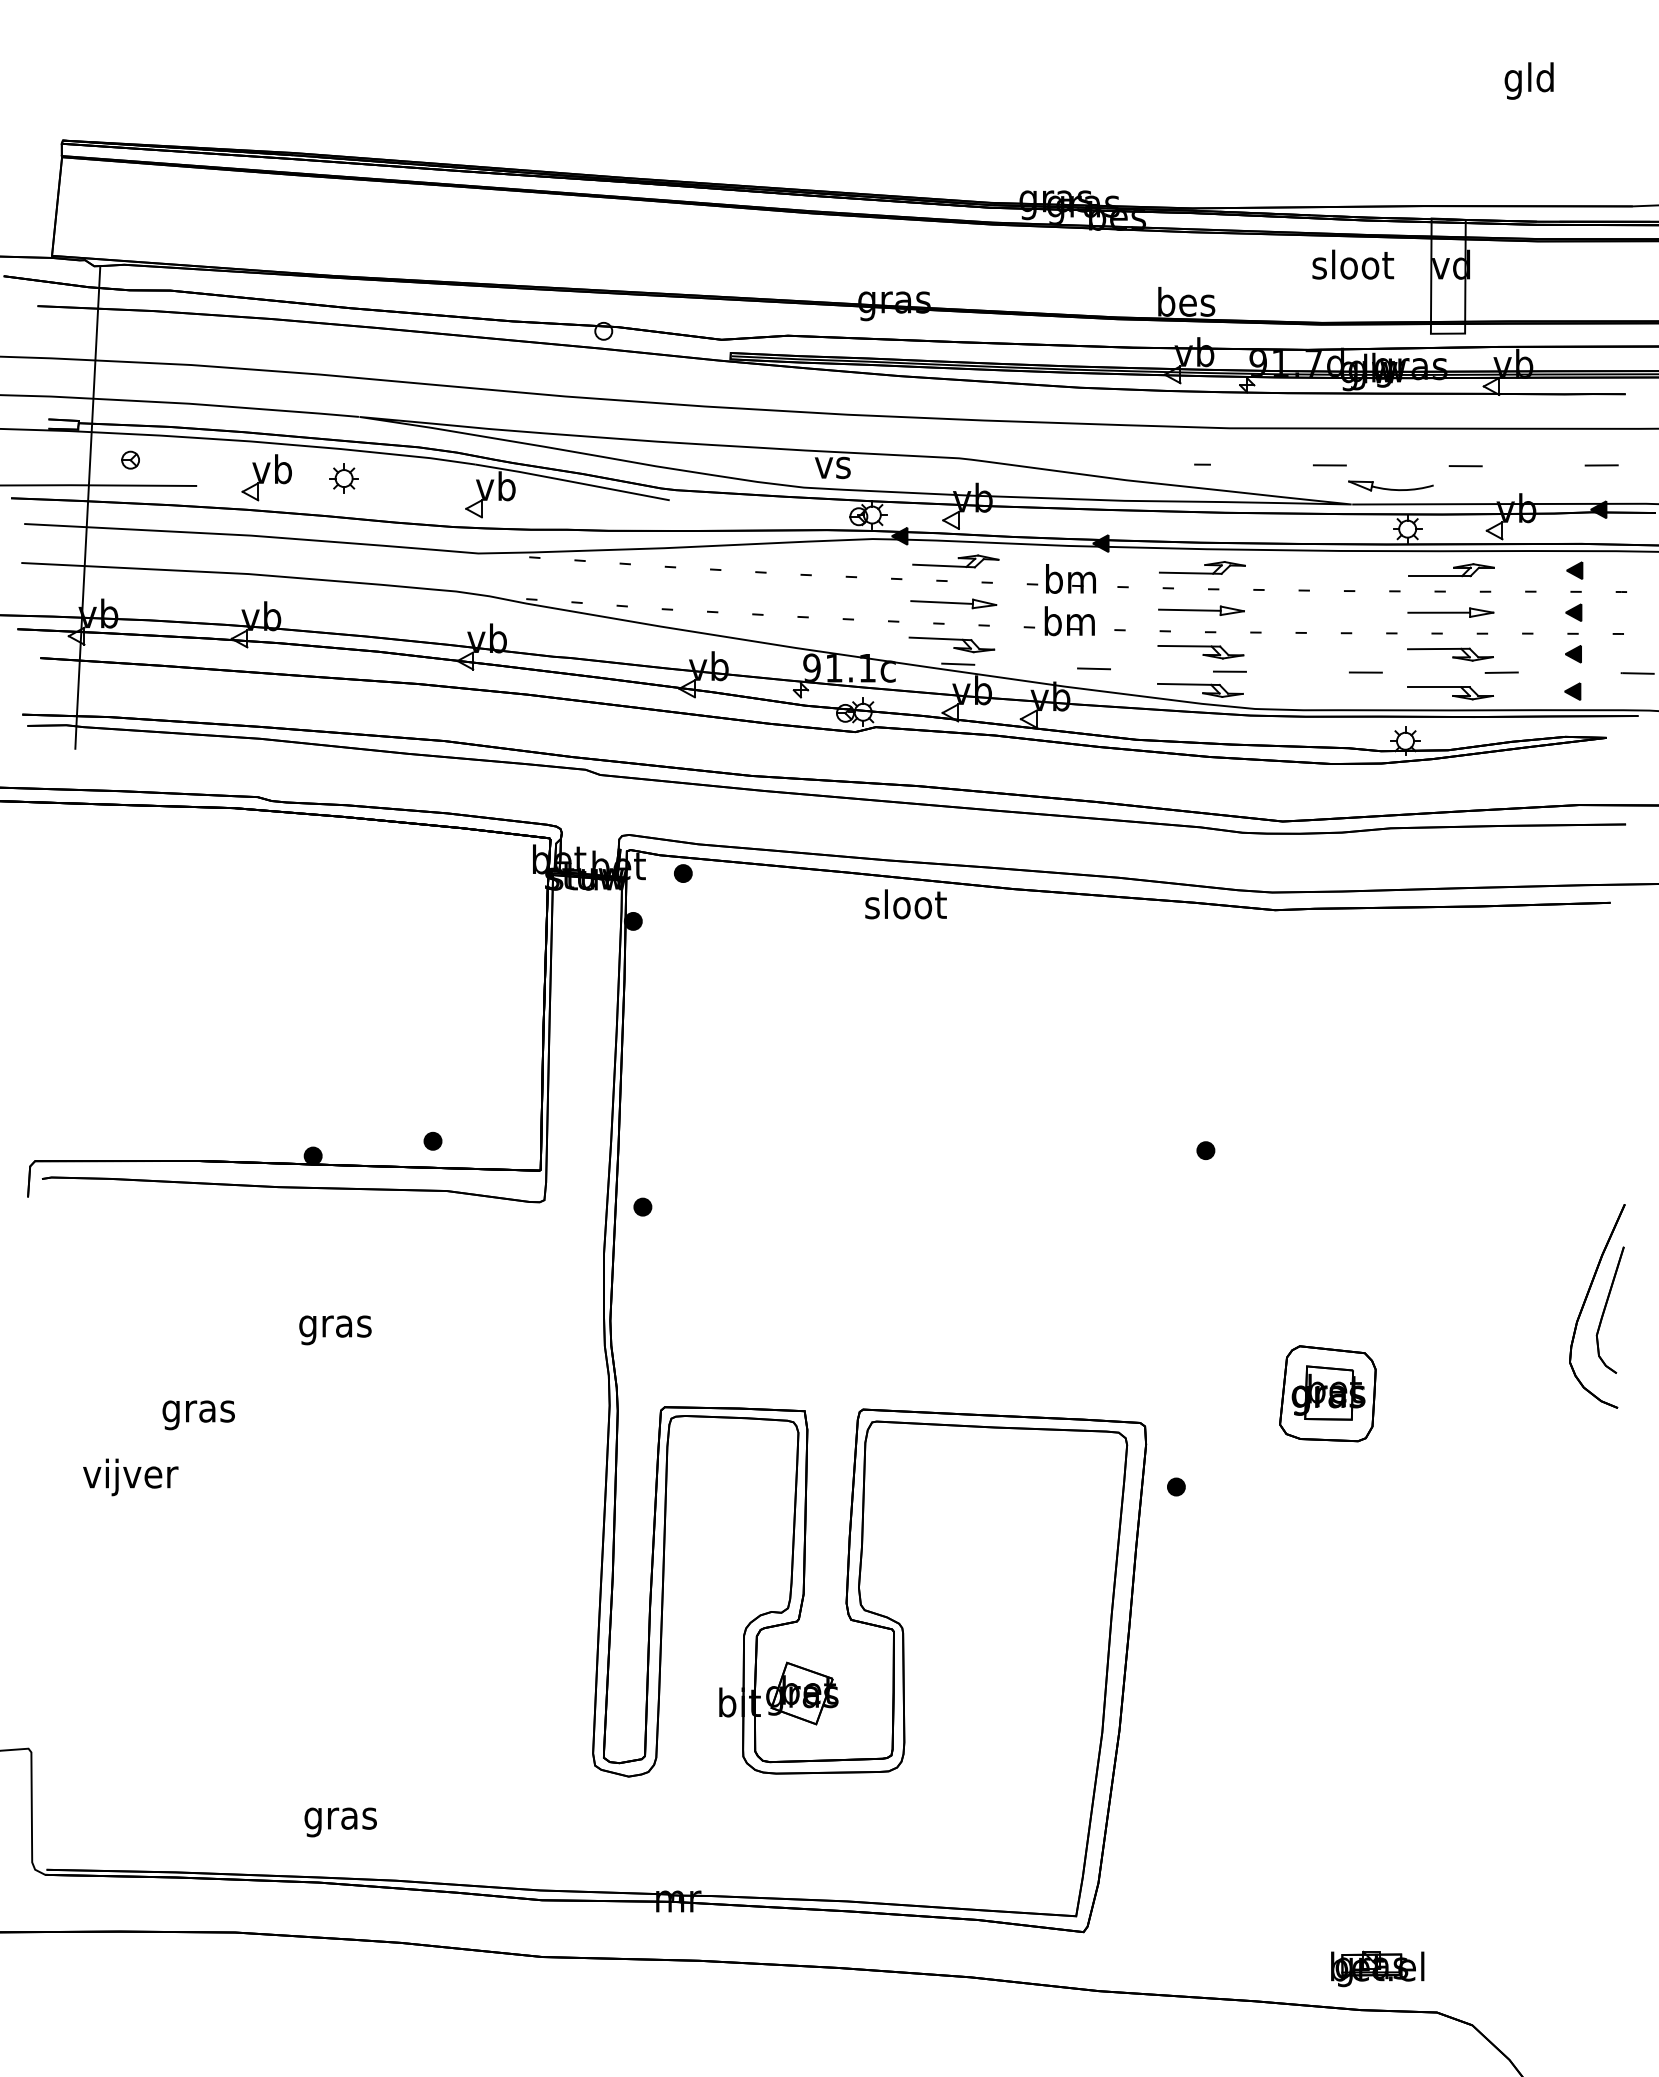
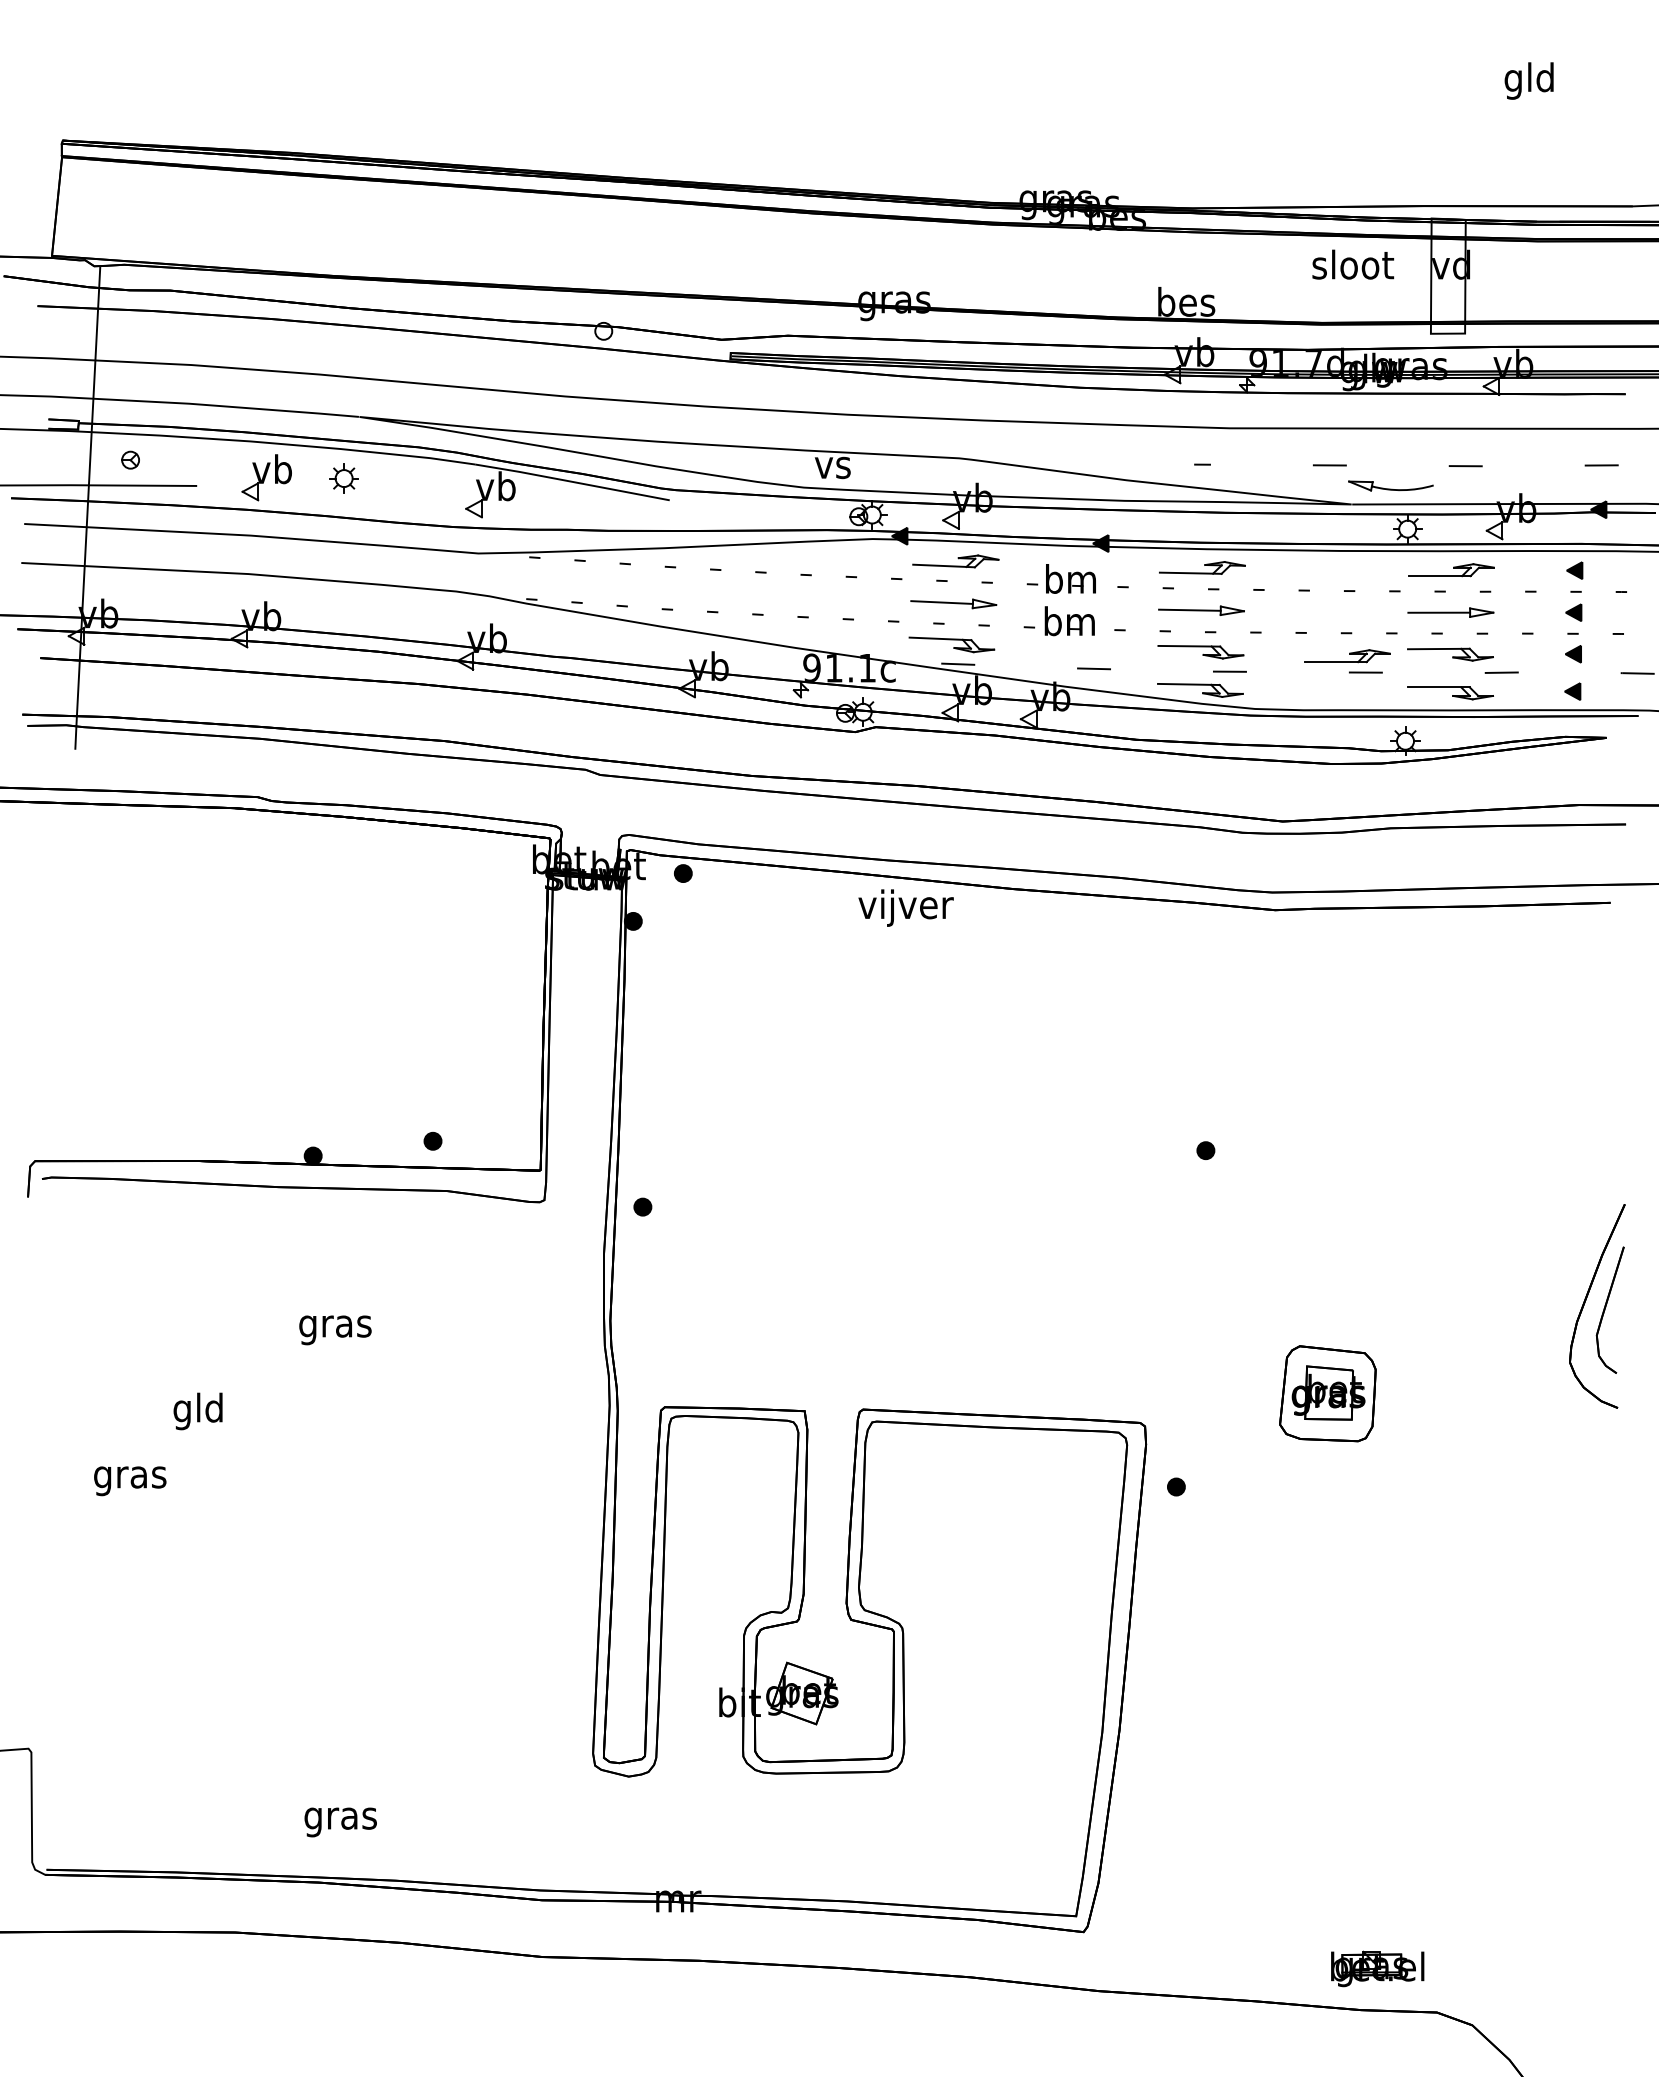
part at (1347, 656): none -> present
text at (905, 907): sloot -> vijver
text at (198, 1411): gras -> gld
text at (130, 1477): vijver -> gras
